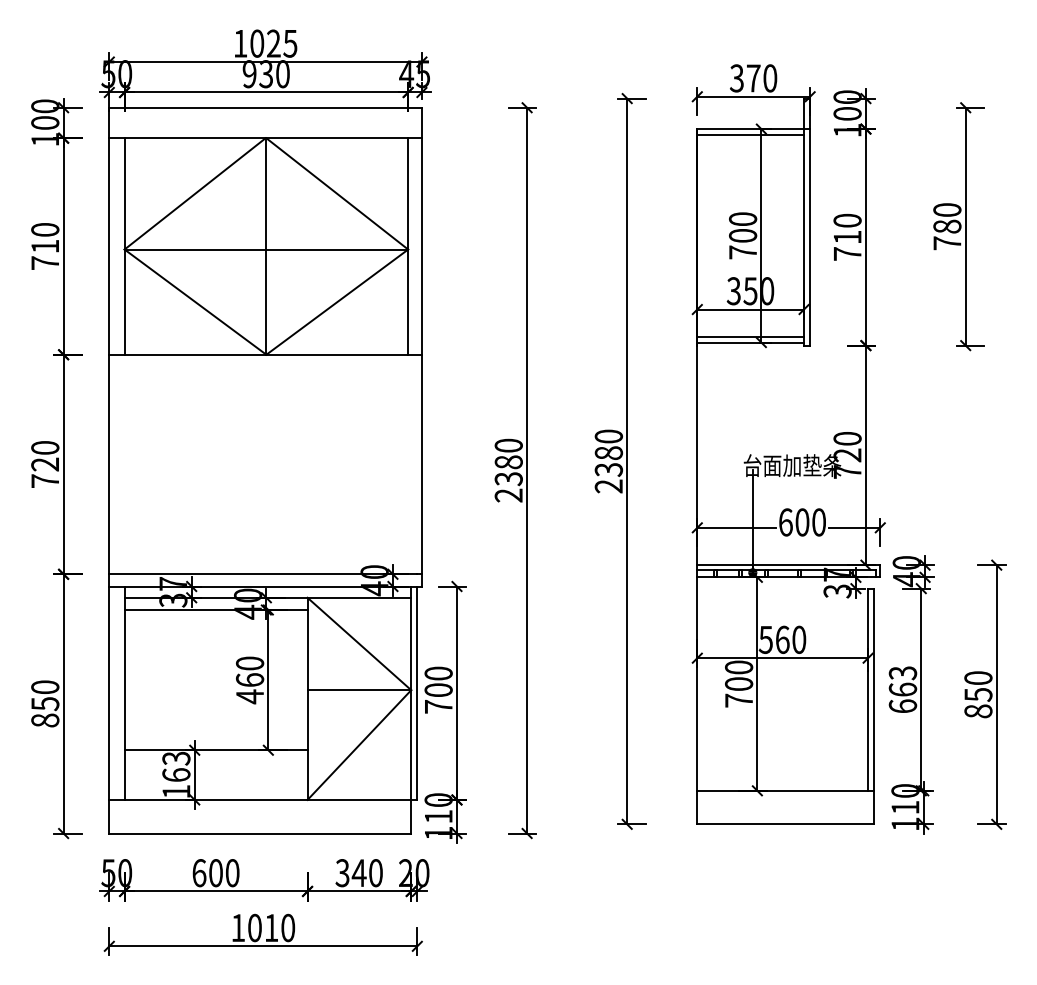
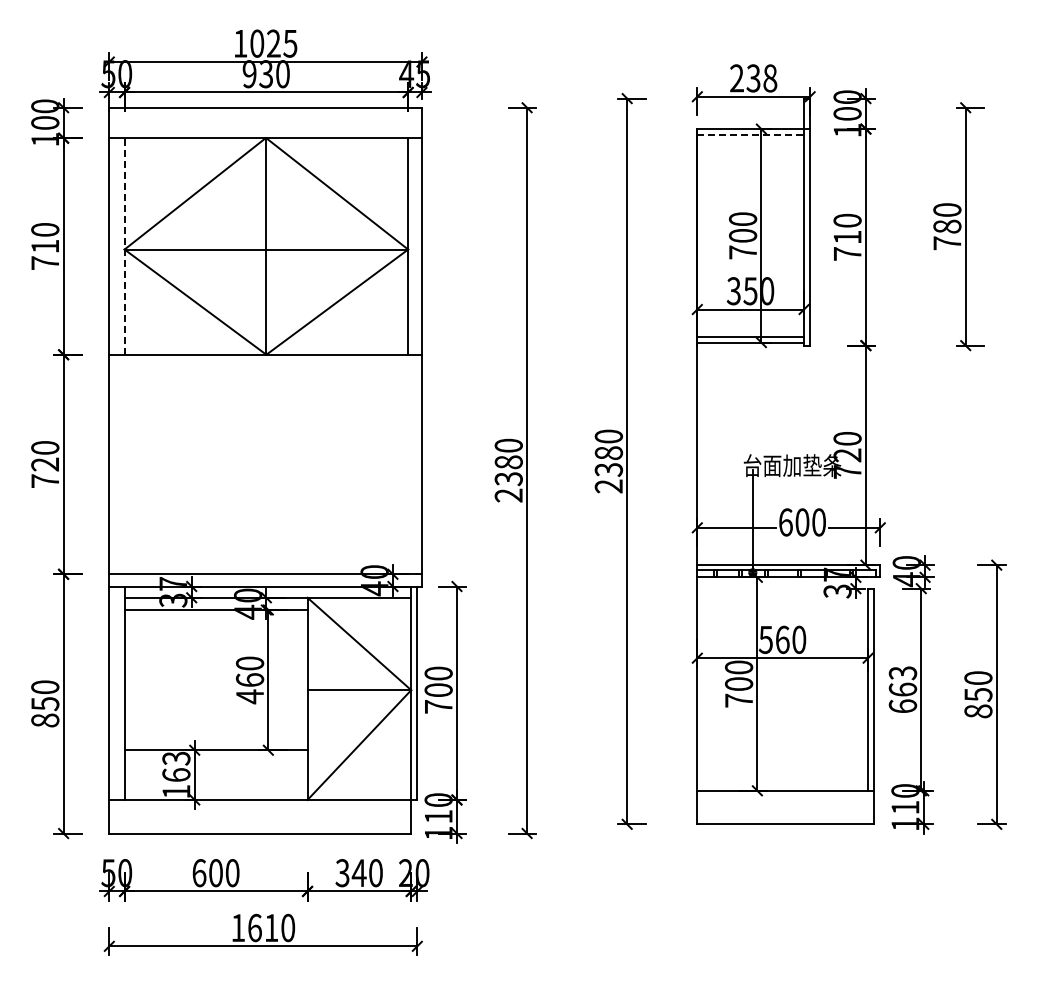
text at (753, 78): 370 -> 238
line at (751, 134): solid -> dashed
line at (124, 246): solid -> dashed
text at (254, 927): 1010 -> 1610
